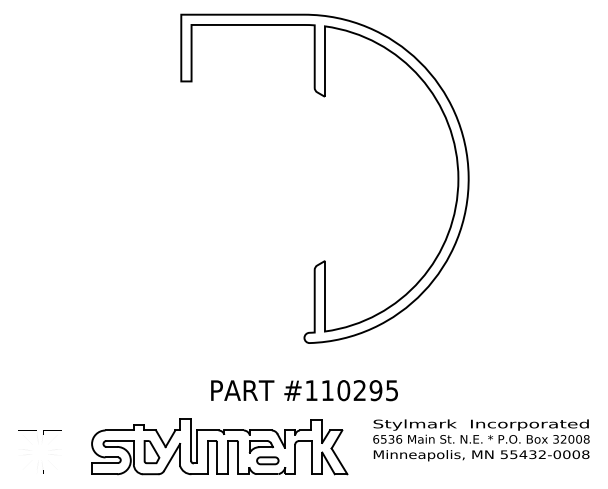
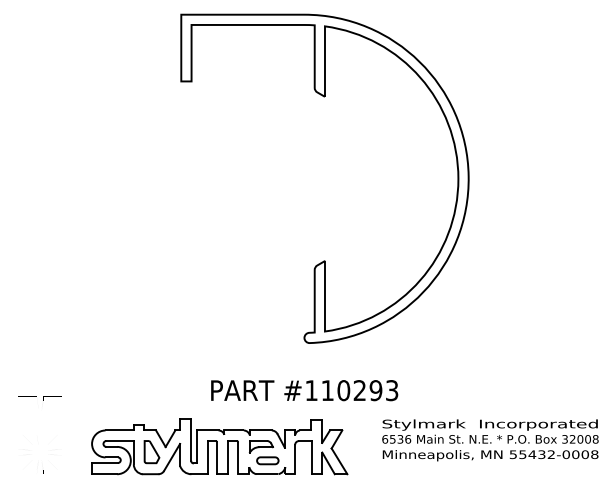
text at (392, 390): #110295 -> #110293
part at (39, 432) position: (39, 432) -> (39, 398)
text at (481, 440) position: (481, 440) -> (490, 440)
